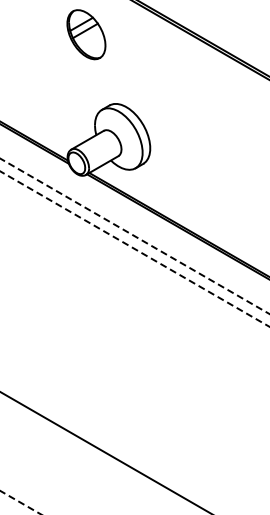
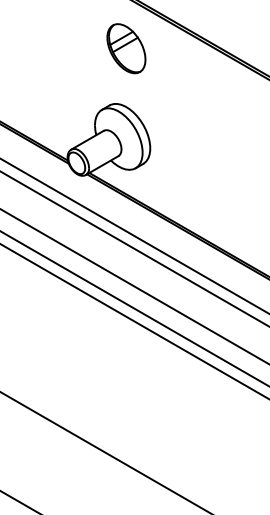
part at (86, 34) position: (86, 34) -> (126, 48)
line at (134, 236): dashed -> solid
line at (134, 249): dashed -> solid
line at (134, 286): none -> present
line at (134, 308): none -> present
line at (134, 321): none -> present
line at (21, 503): dashed -> solid
